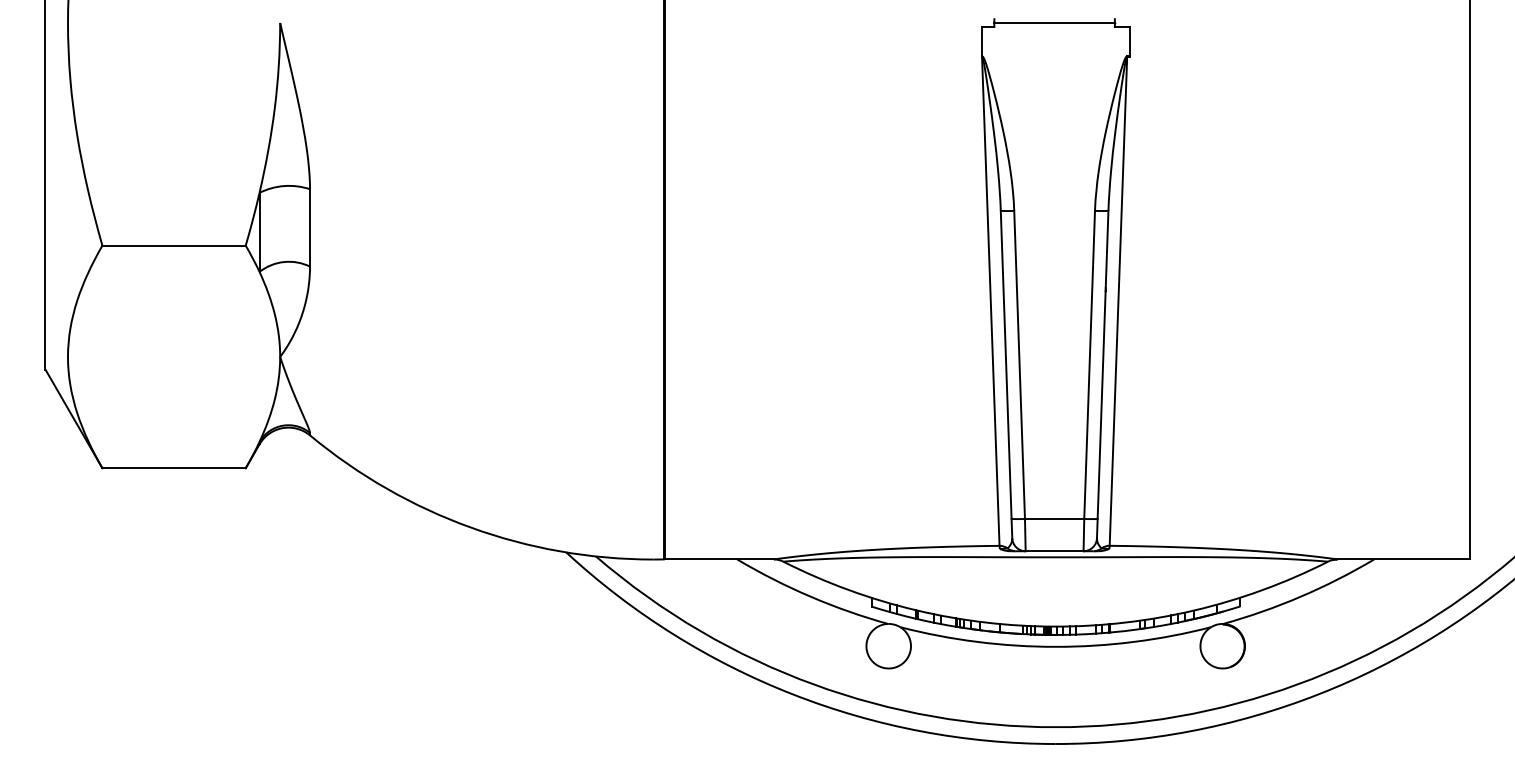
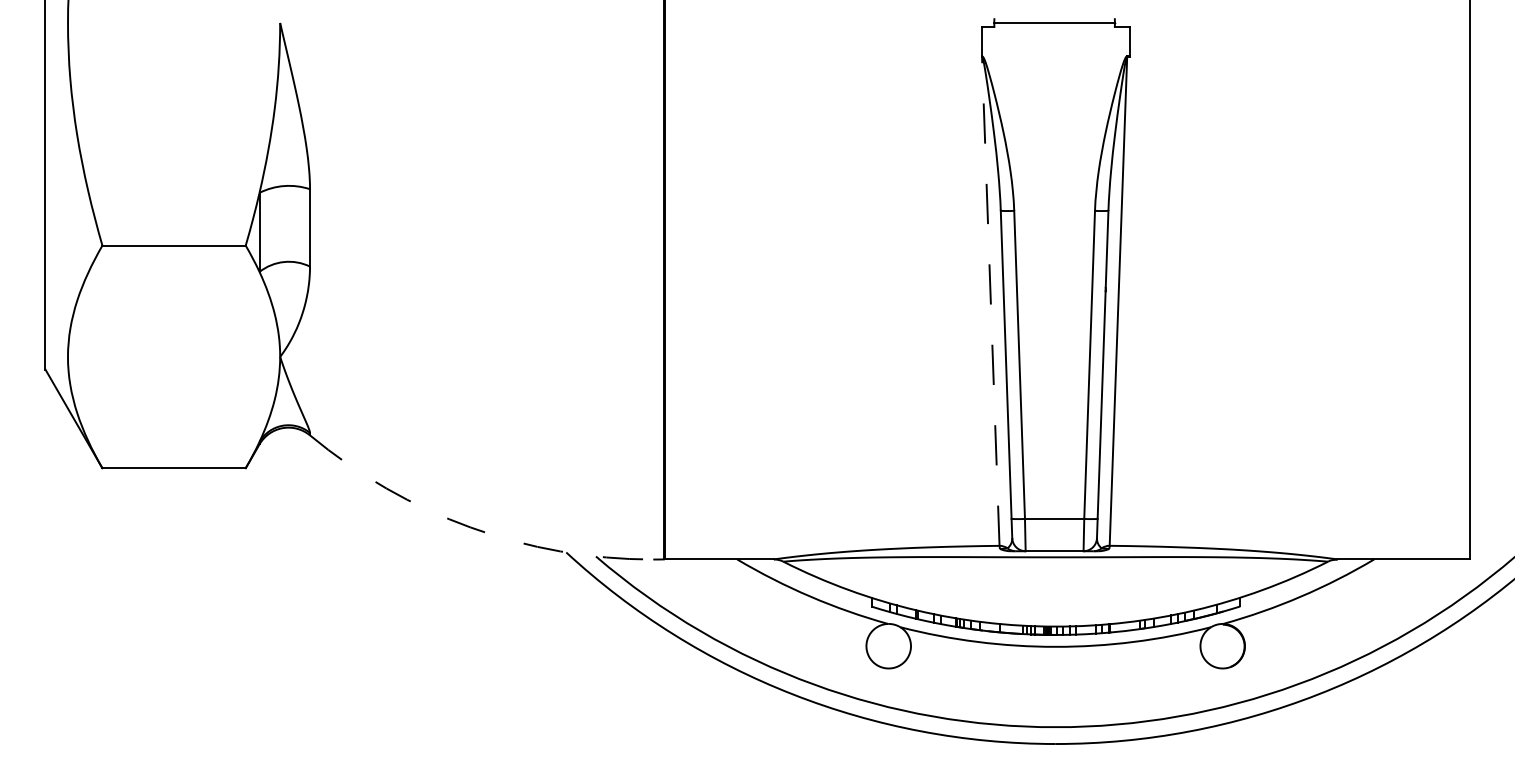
line at (990, 301): solid -> dashed
arc at (470, 527): solid -> dashed
